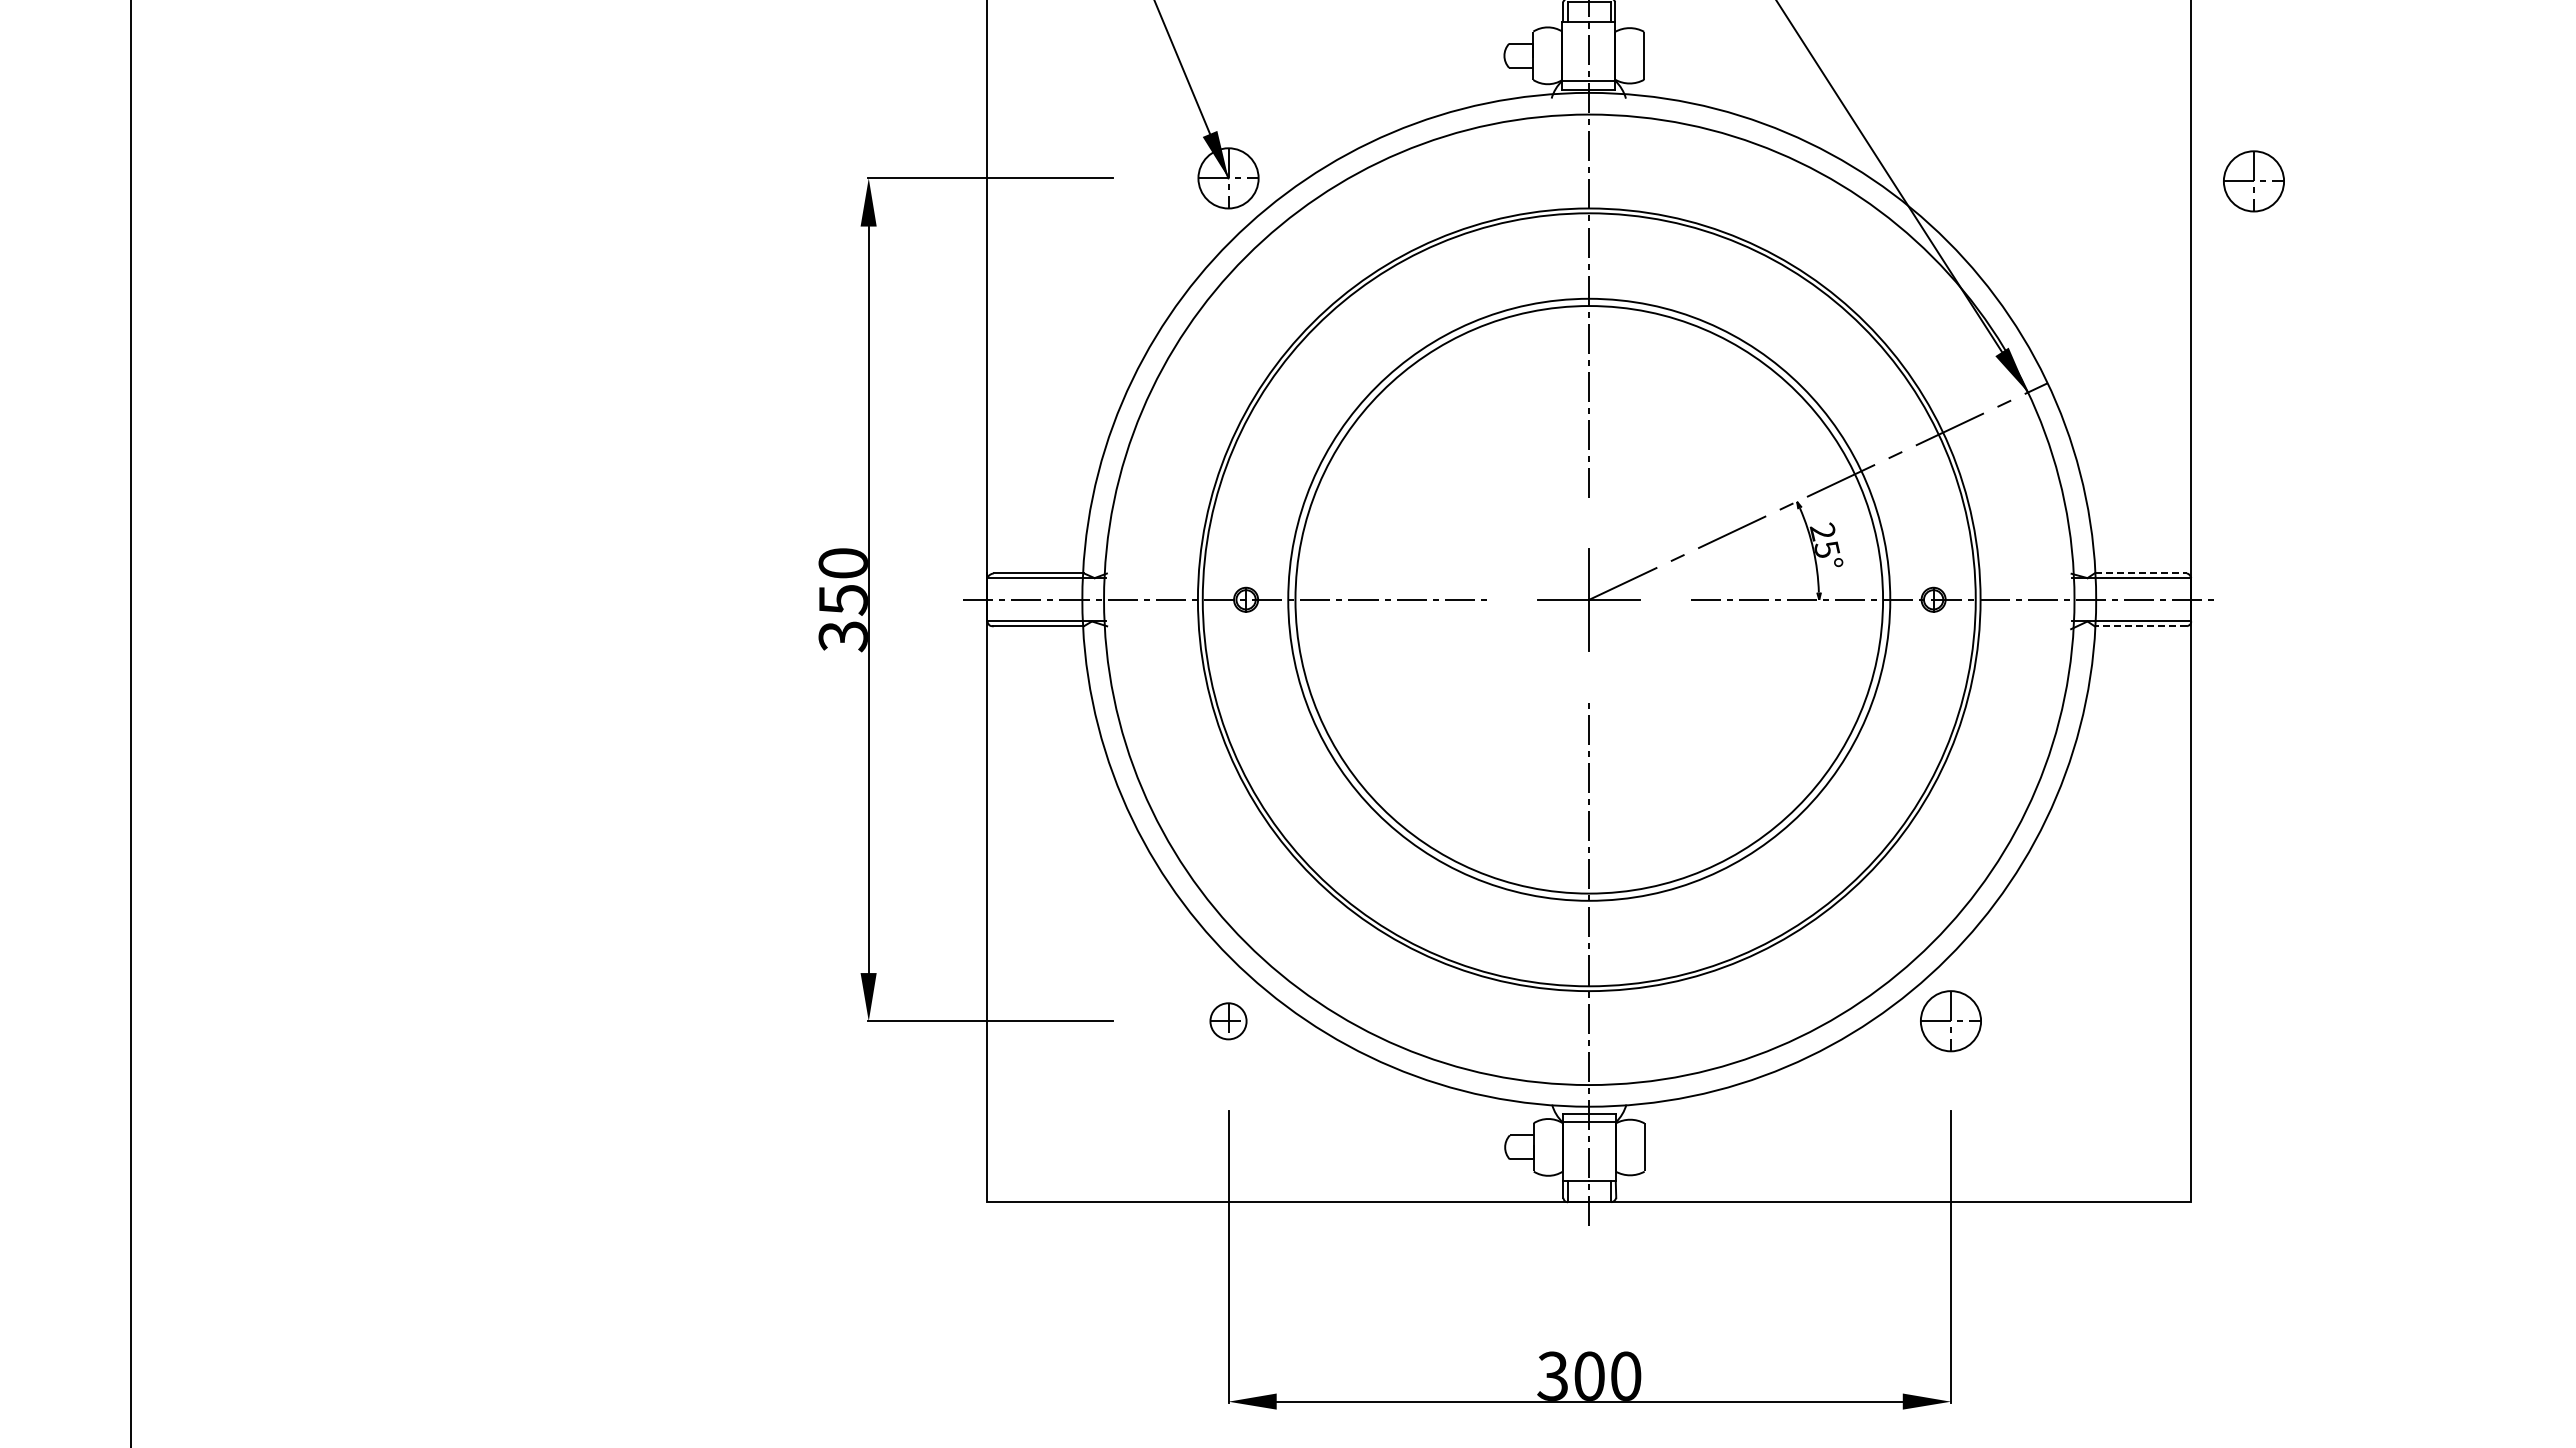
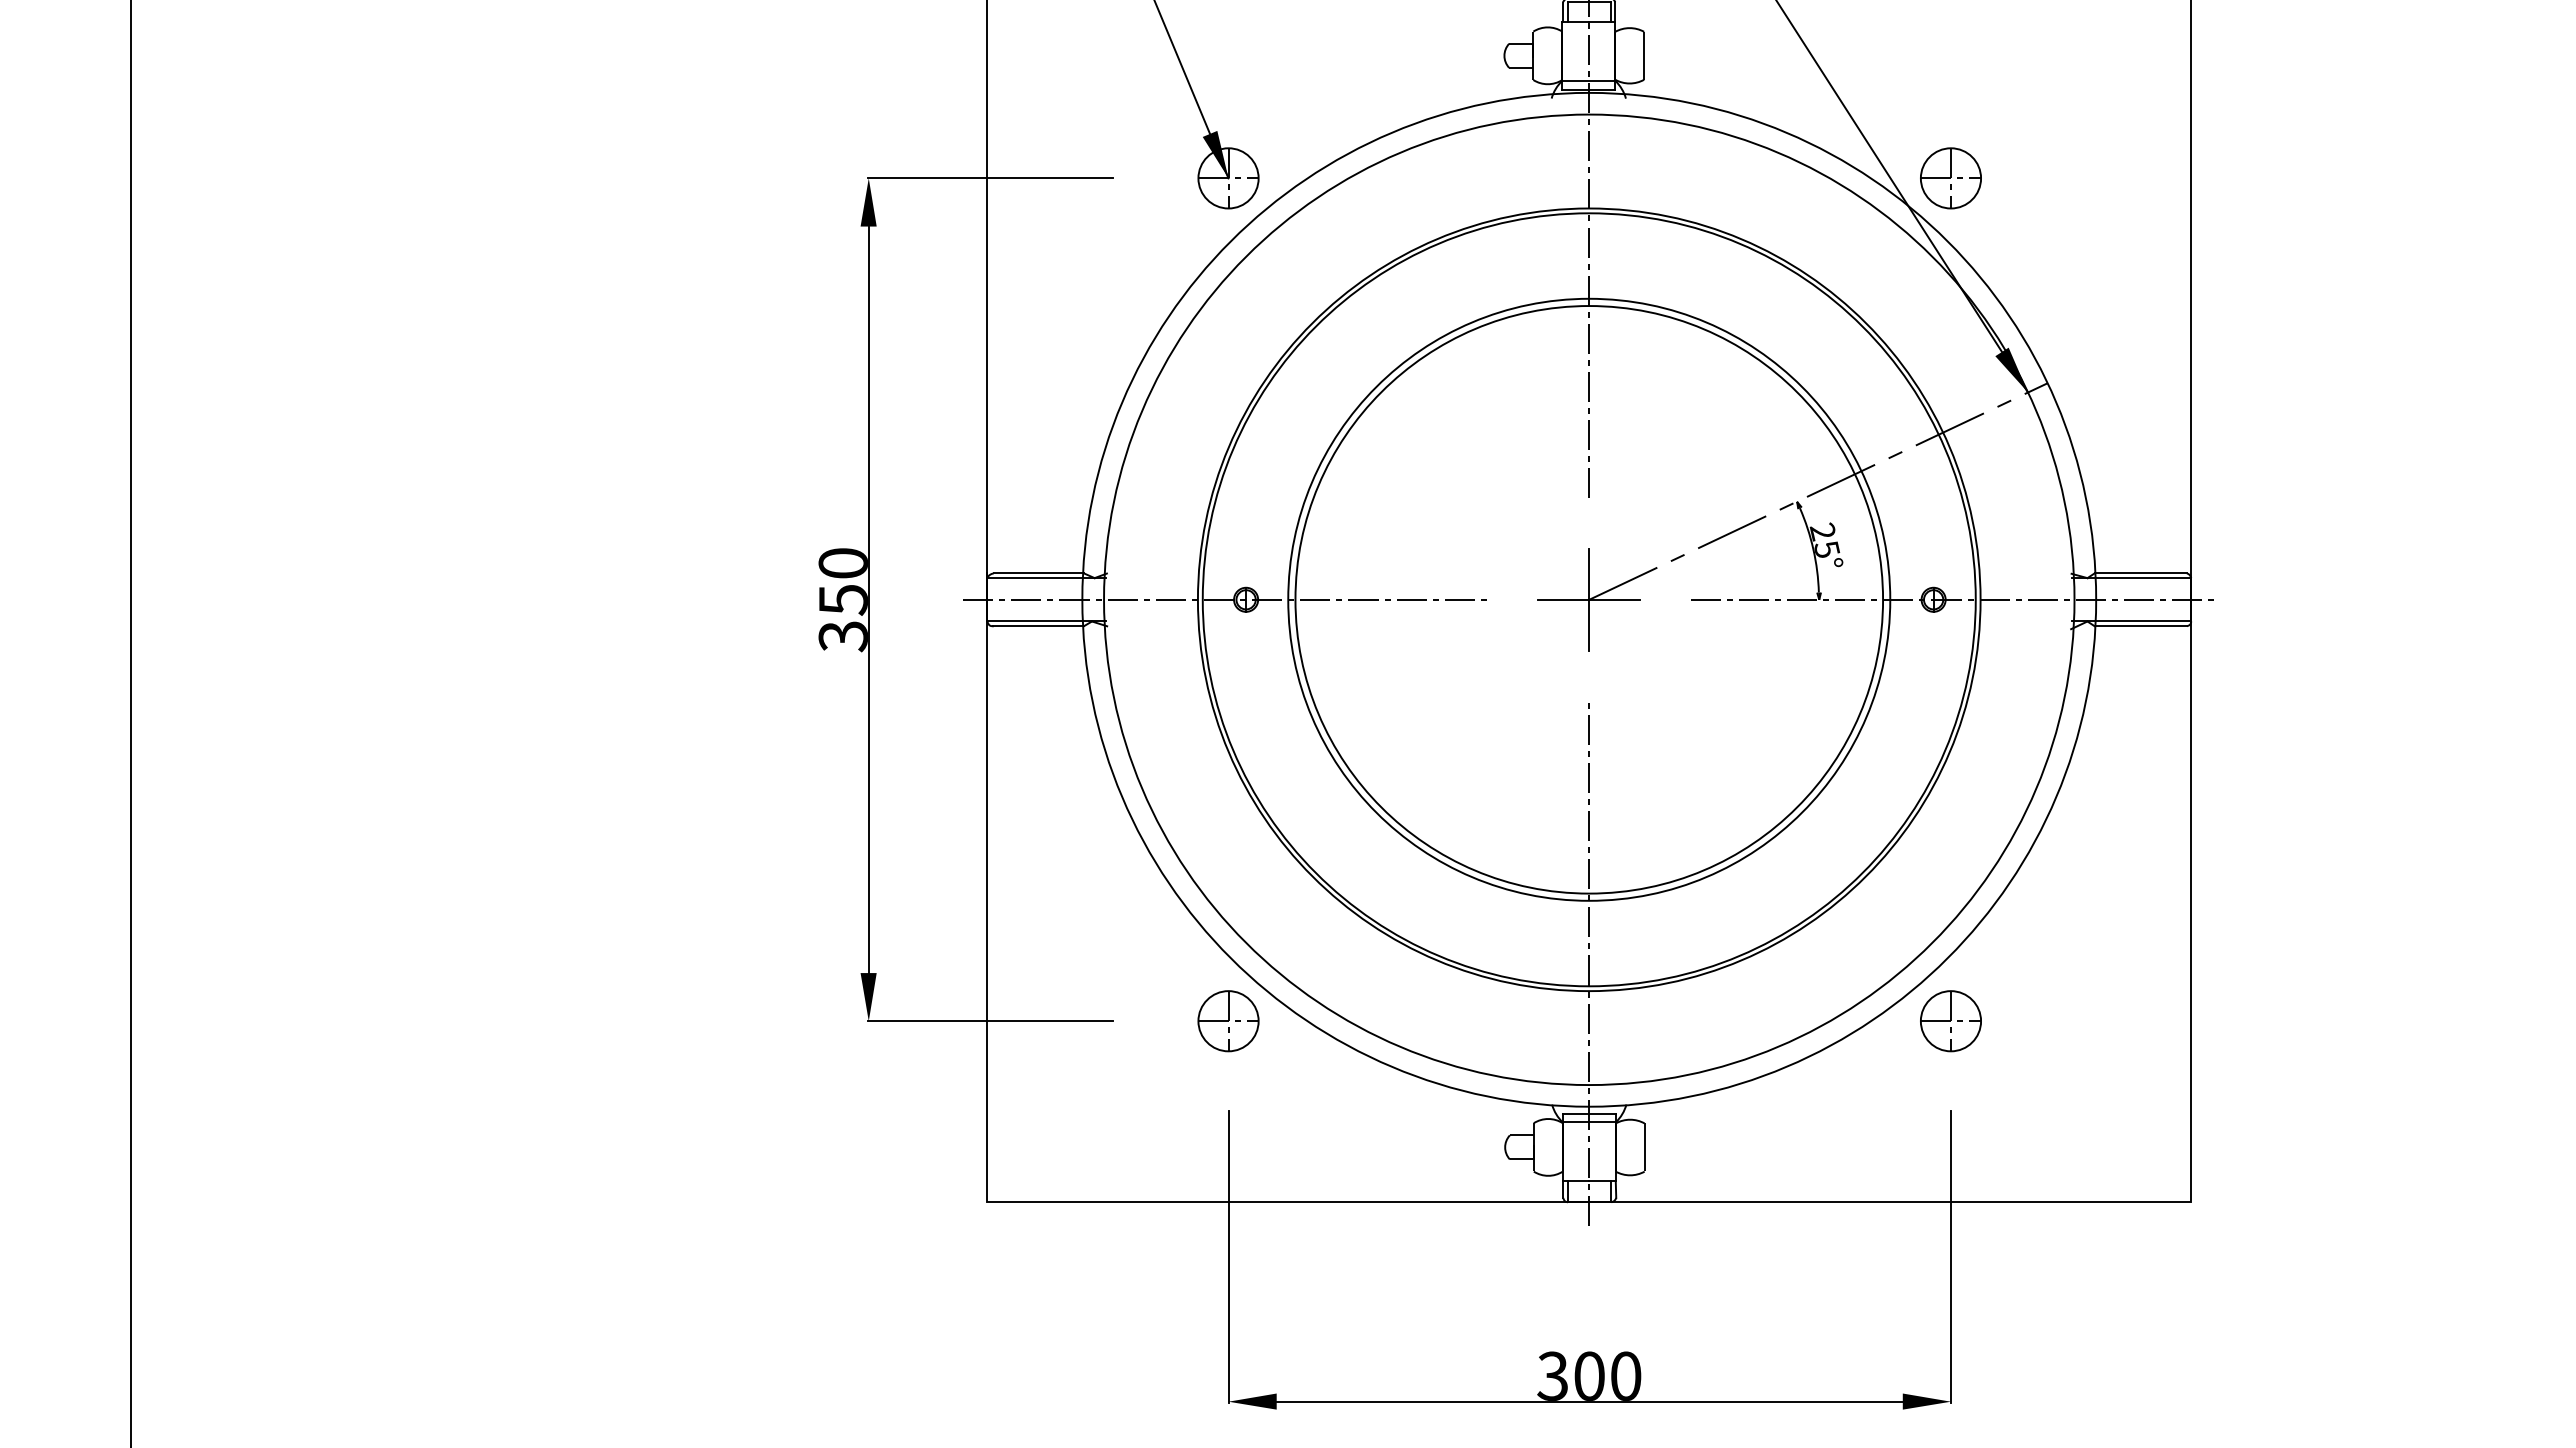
part at (2253, 181) position: (2253, 181) -> (1950, 178)
line at (2141, 573): dashed -> solid
line at (2140, 626): dashed -> solid
part at (1228, 1021) size: 39x39 px -> 63x63 px
